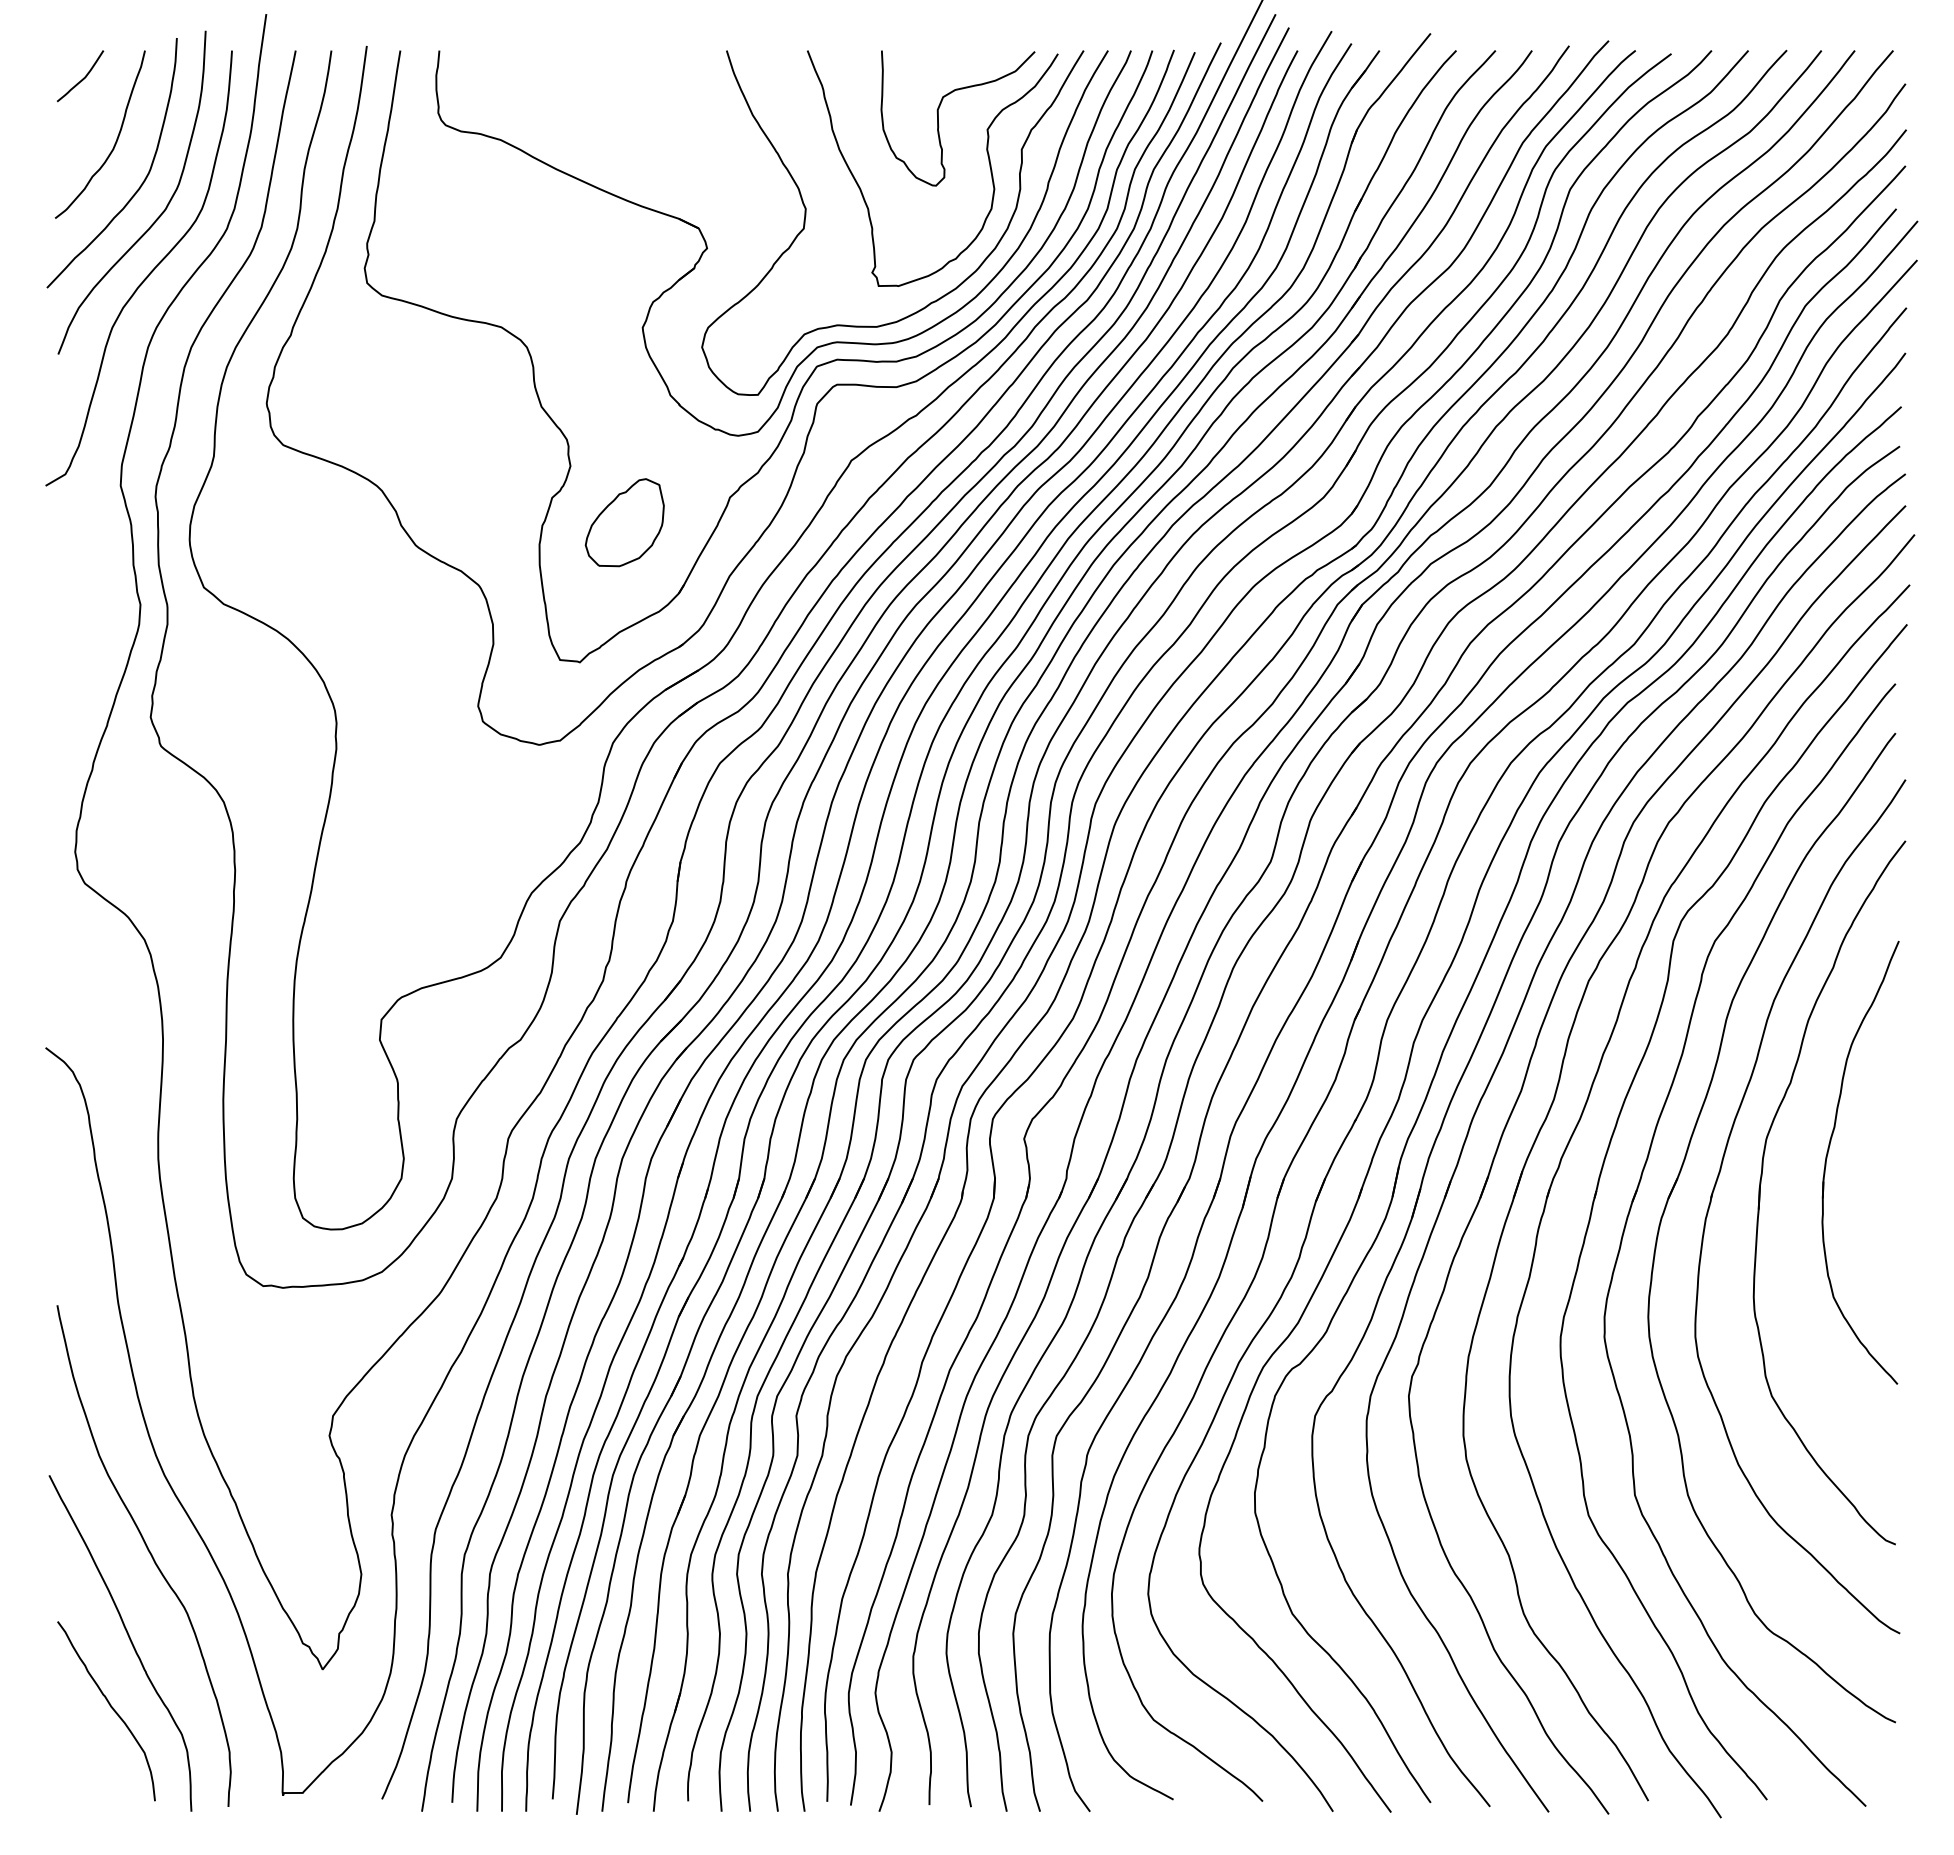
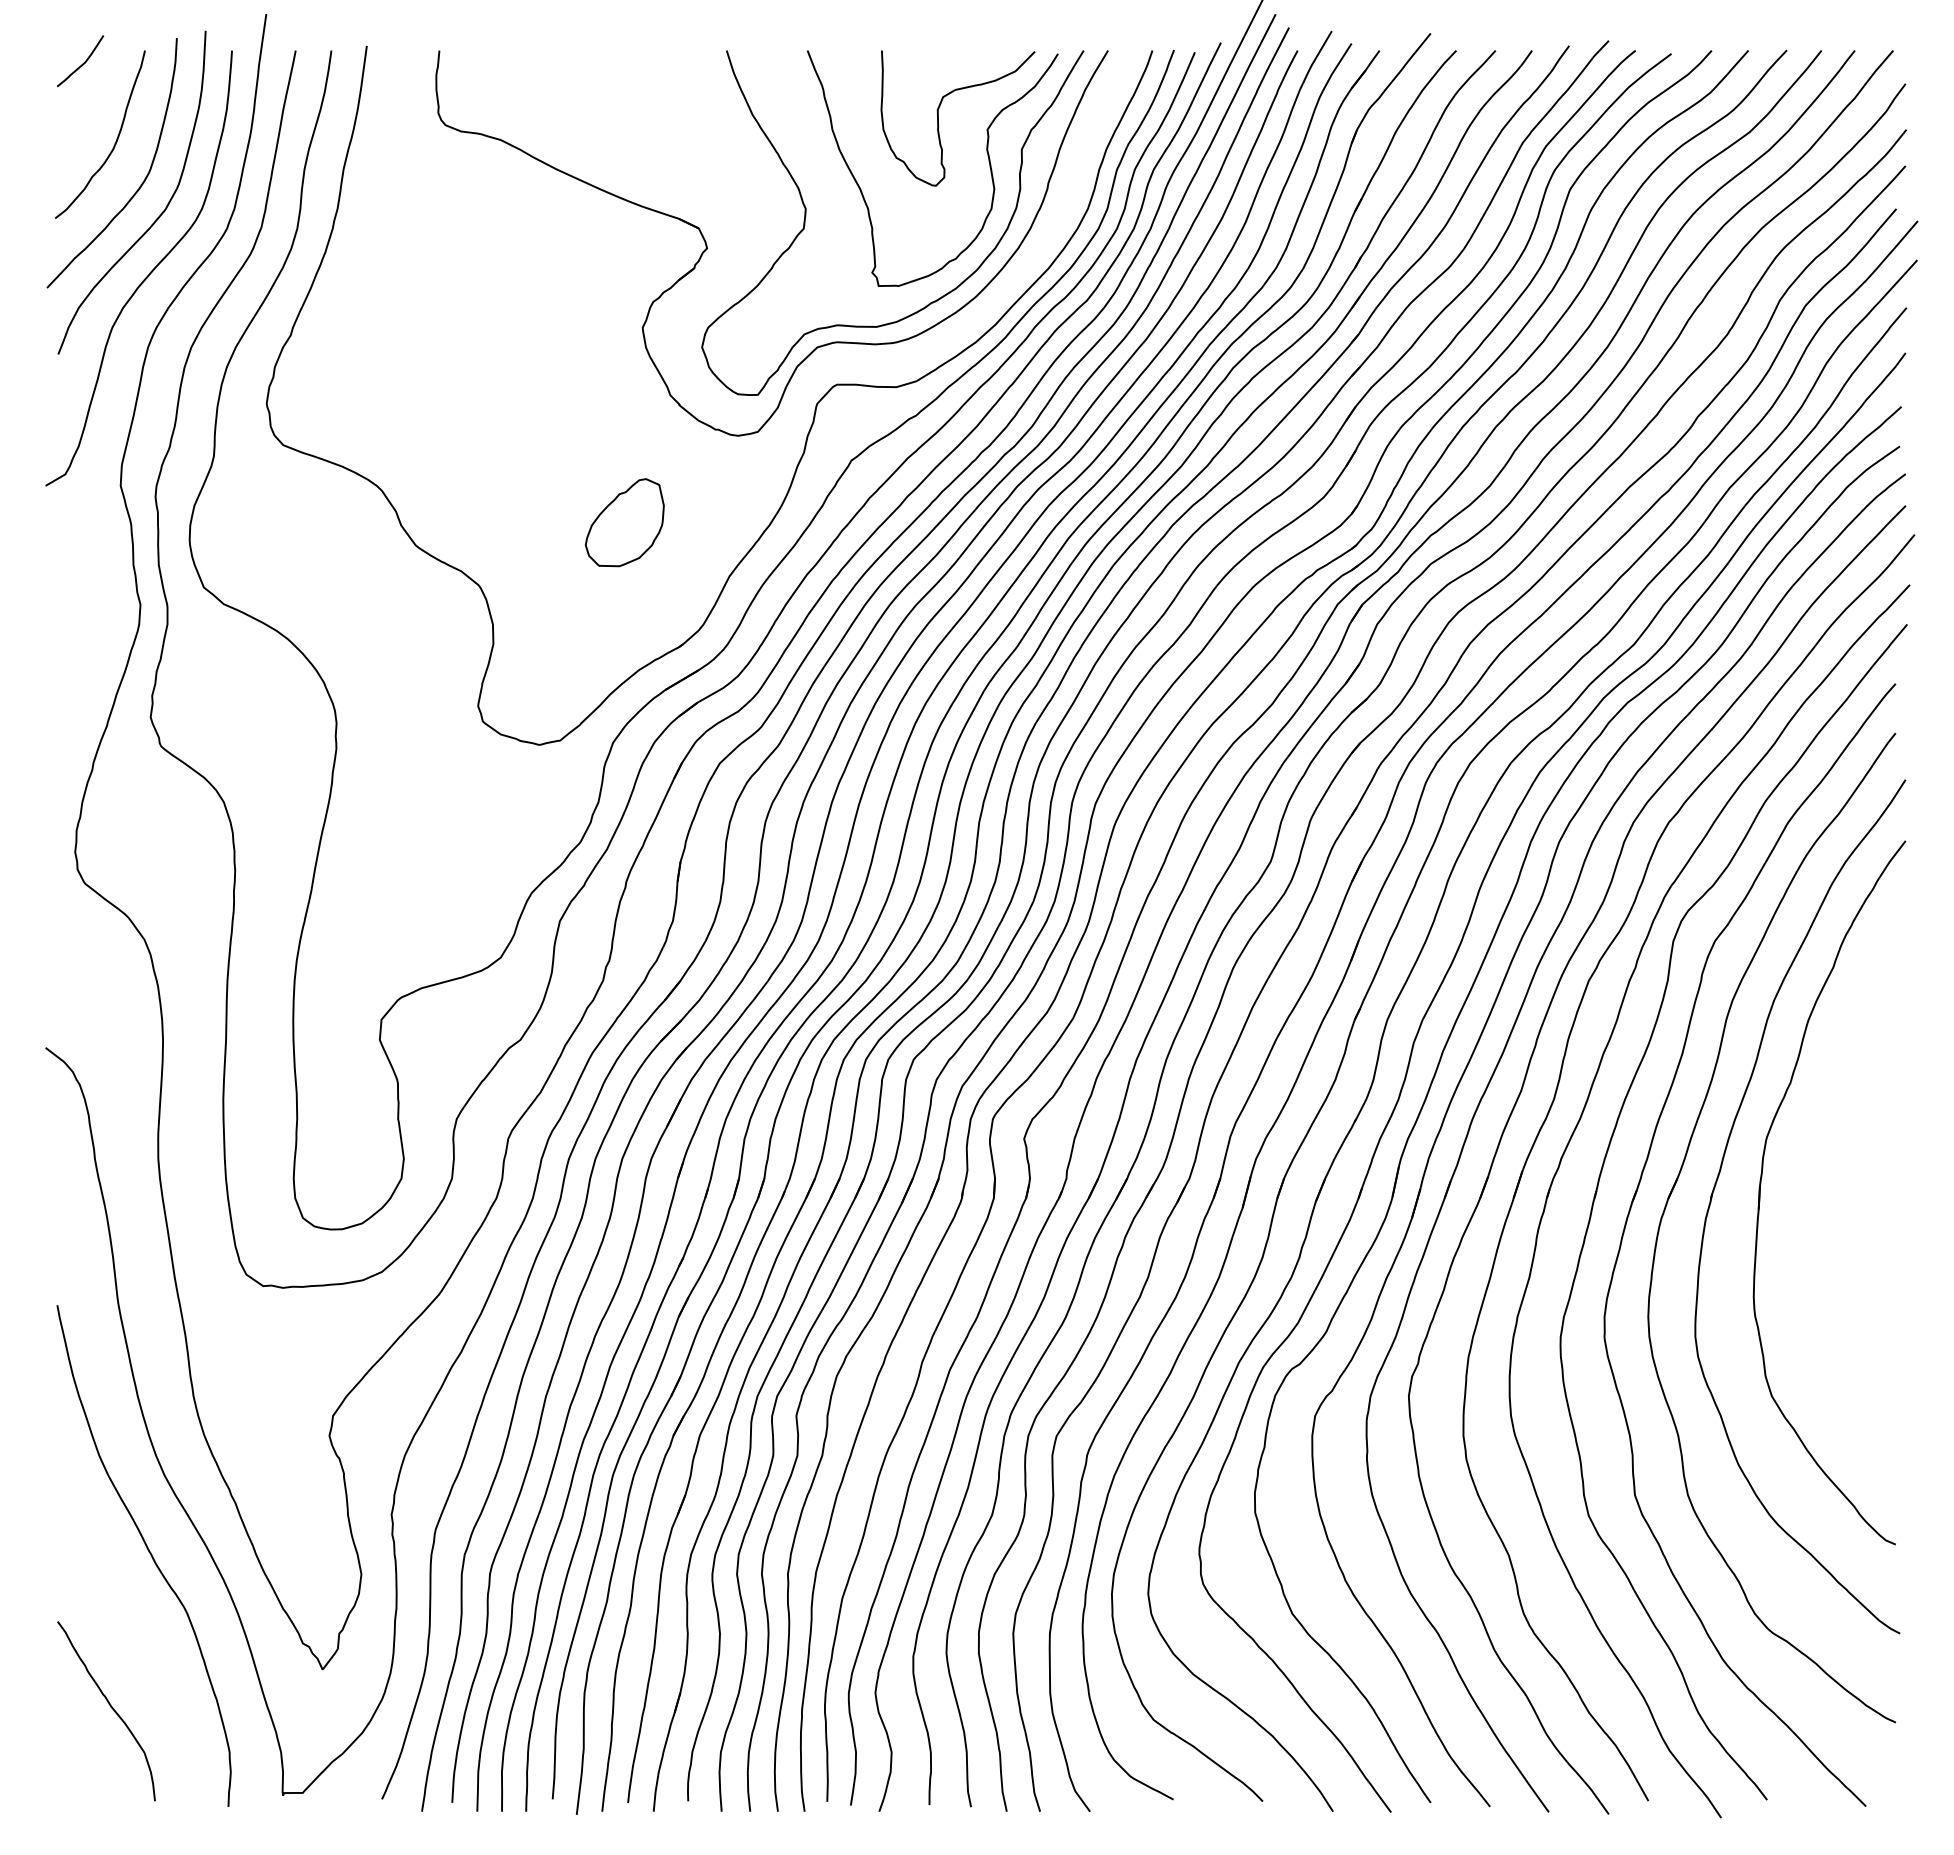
curve at (82, 78) position: (82, 78) -> (82, 63)
part at (801, 387): present -> none
part at (1828, 1154): present -> none
curve at (129, 1640): present -> none
